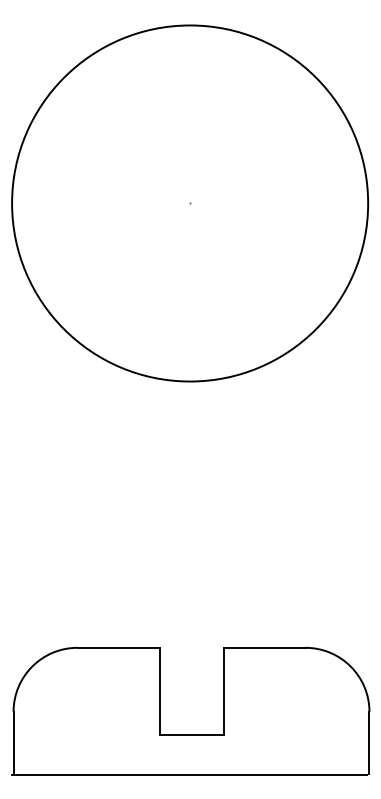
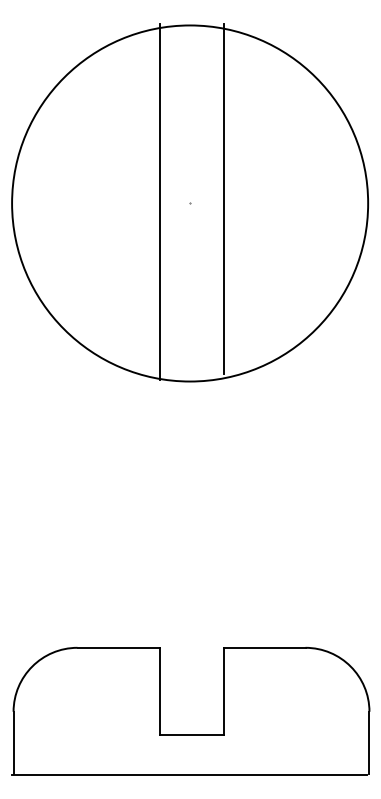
line at (223, 198): none -> present
line at (159, 201): none -> present
